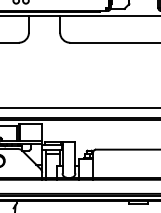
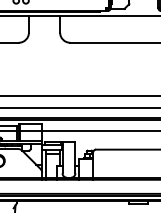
line at (79, 96): none -> present
line at (79, 130): none -> present
